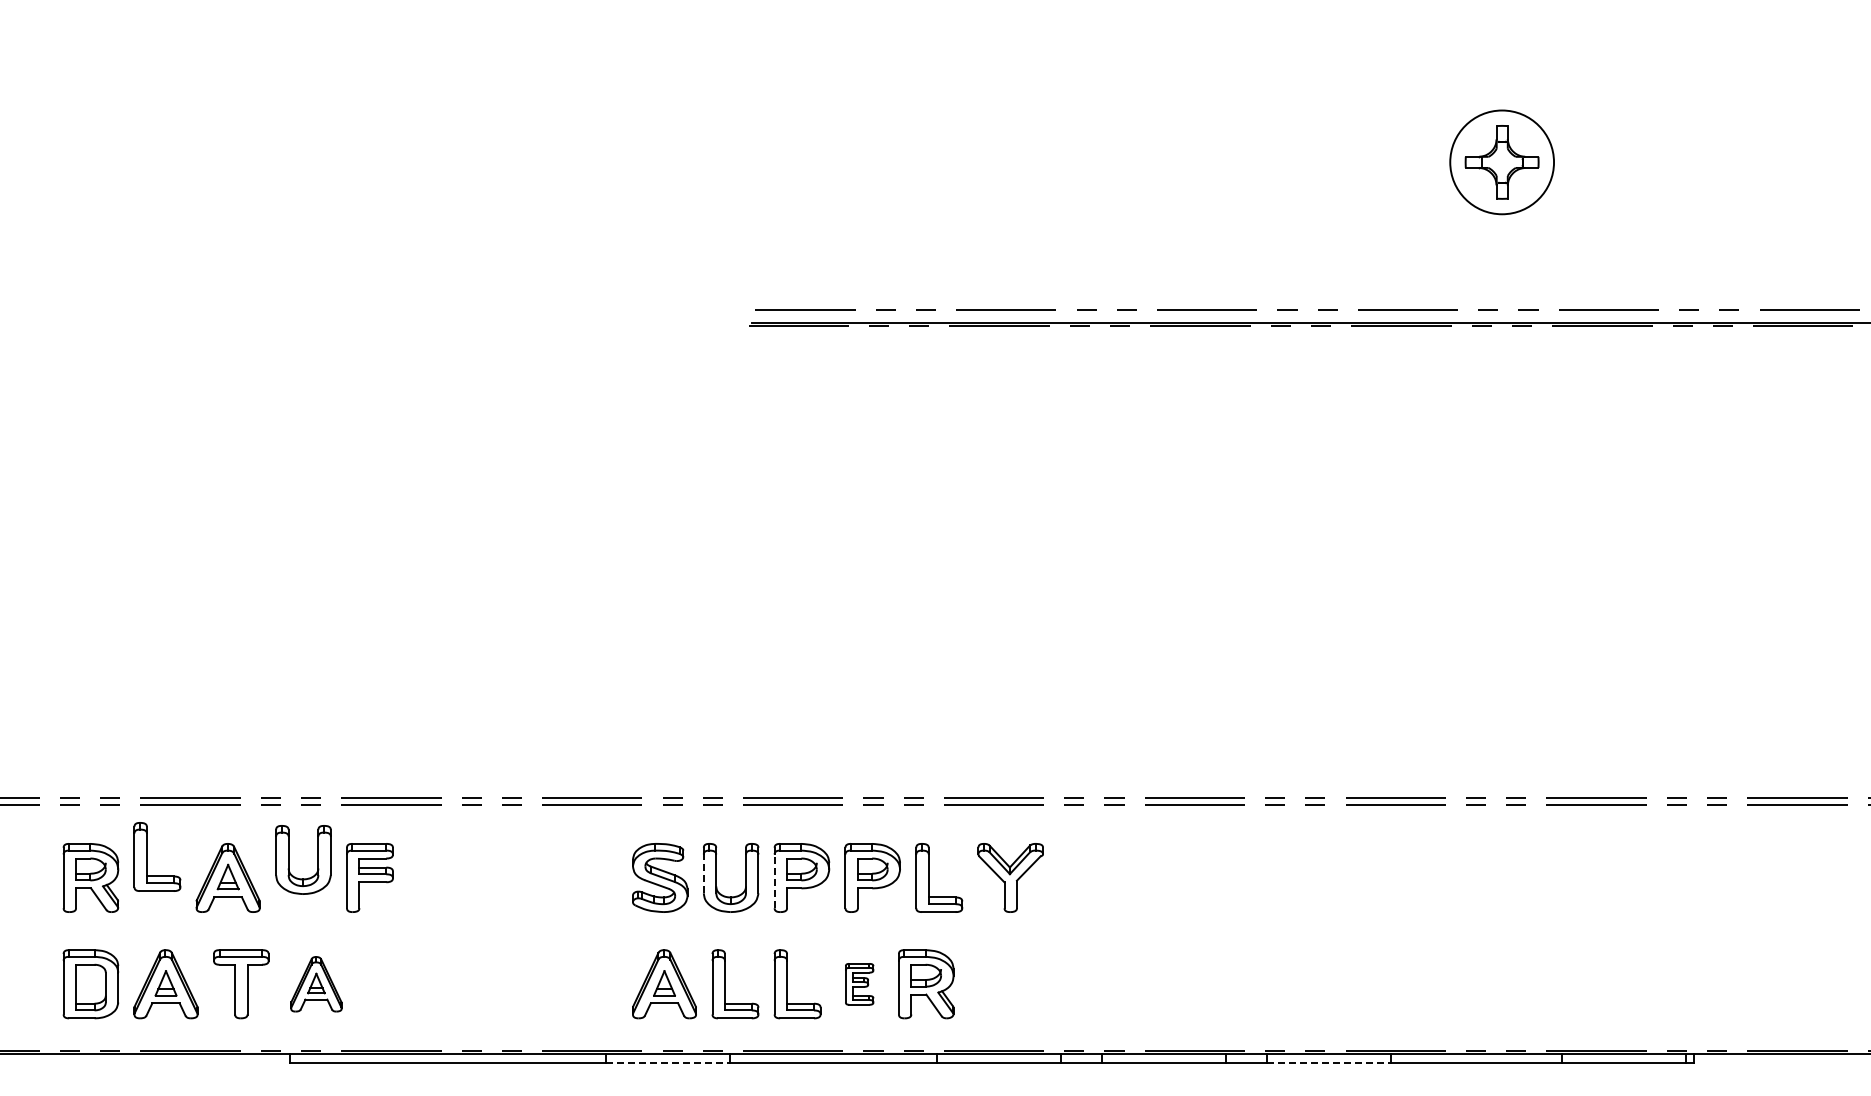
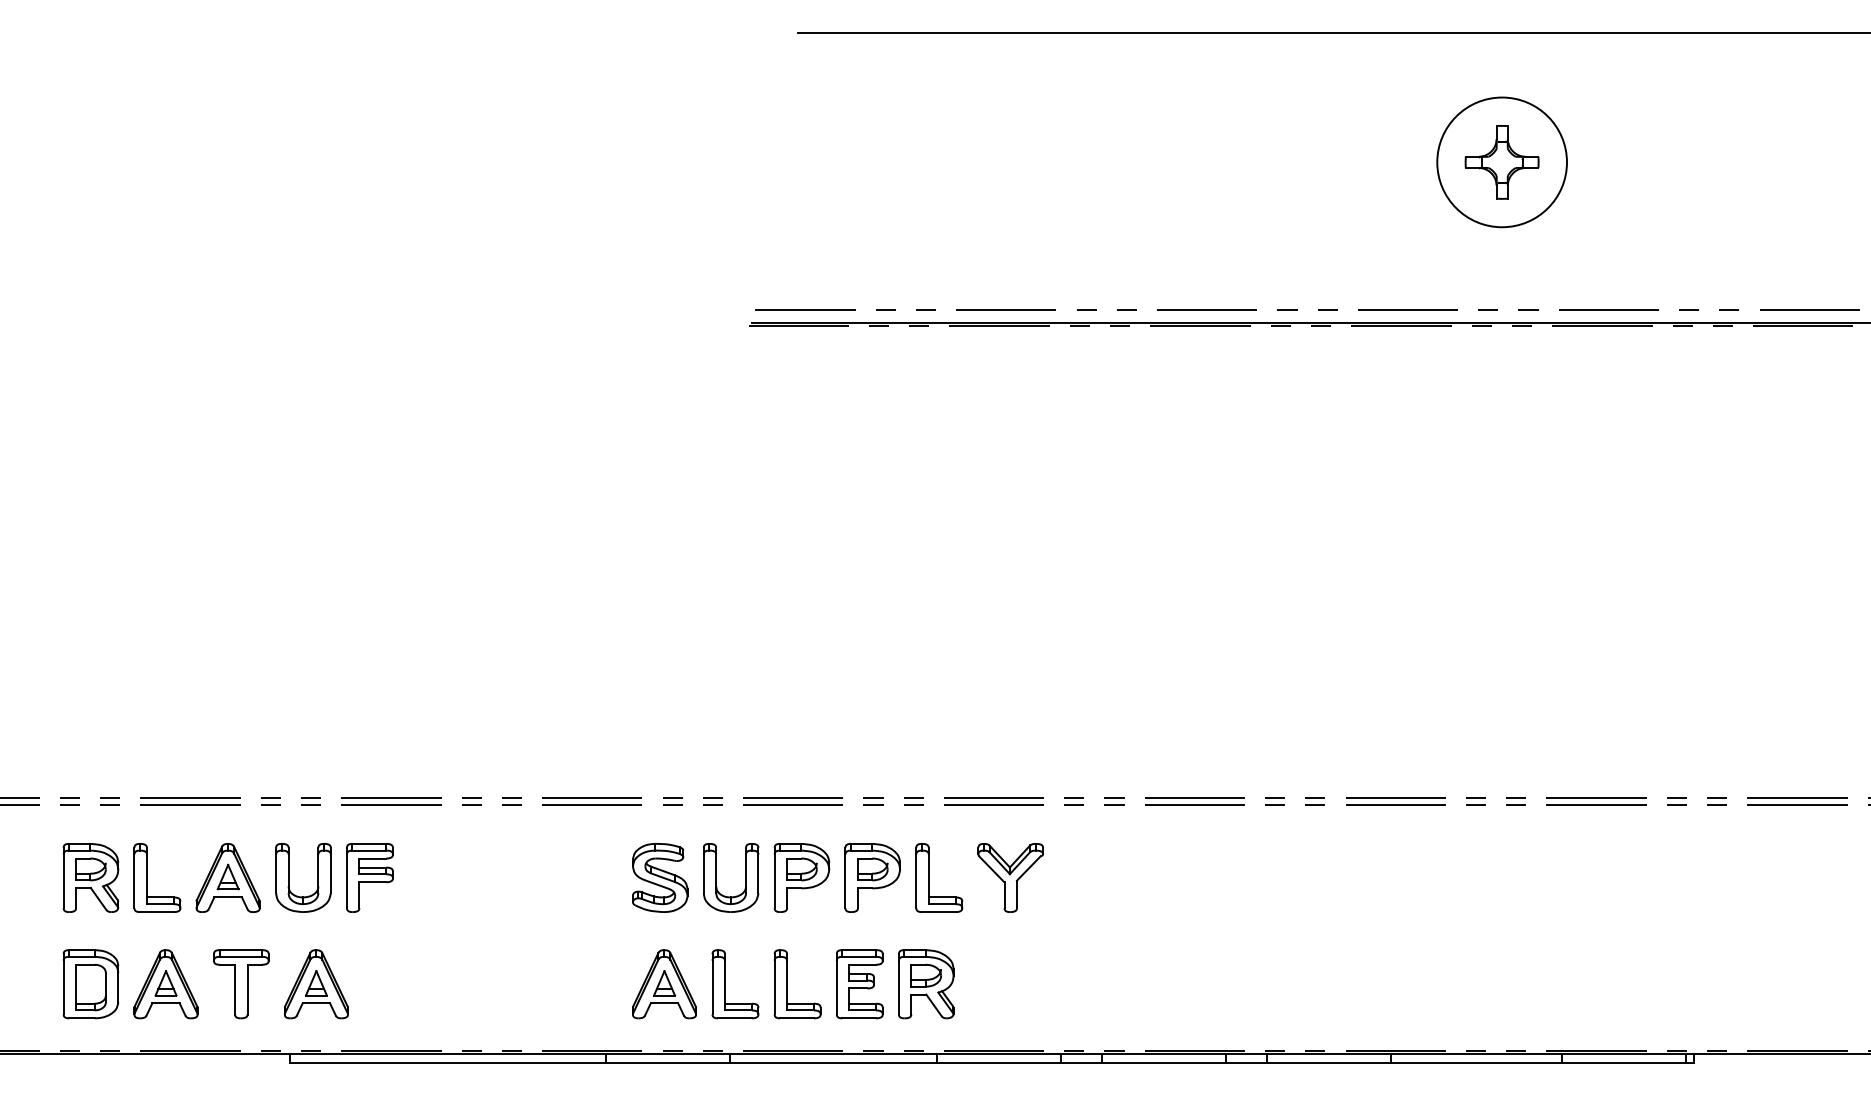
line at (1332, 32): none -> present
circle at (1502, 162) diameter: 104 px -> 130 px
part at (147, 856) position: (147, 856) -> (147, 877)
part at (289, 859) position: (289, 859) -> (289, 877)
line at (703, 873): dashed -> solid
line at (774, 881): dashed -> solid
part at (316, 984) size: 53x57 px -> 65x71 px
part at (859, 984) size: 30x43 px -> 49x71 px
line at (668, 1063): dashed -> solid
line at (1329, 1063): dashed -> solid
